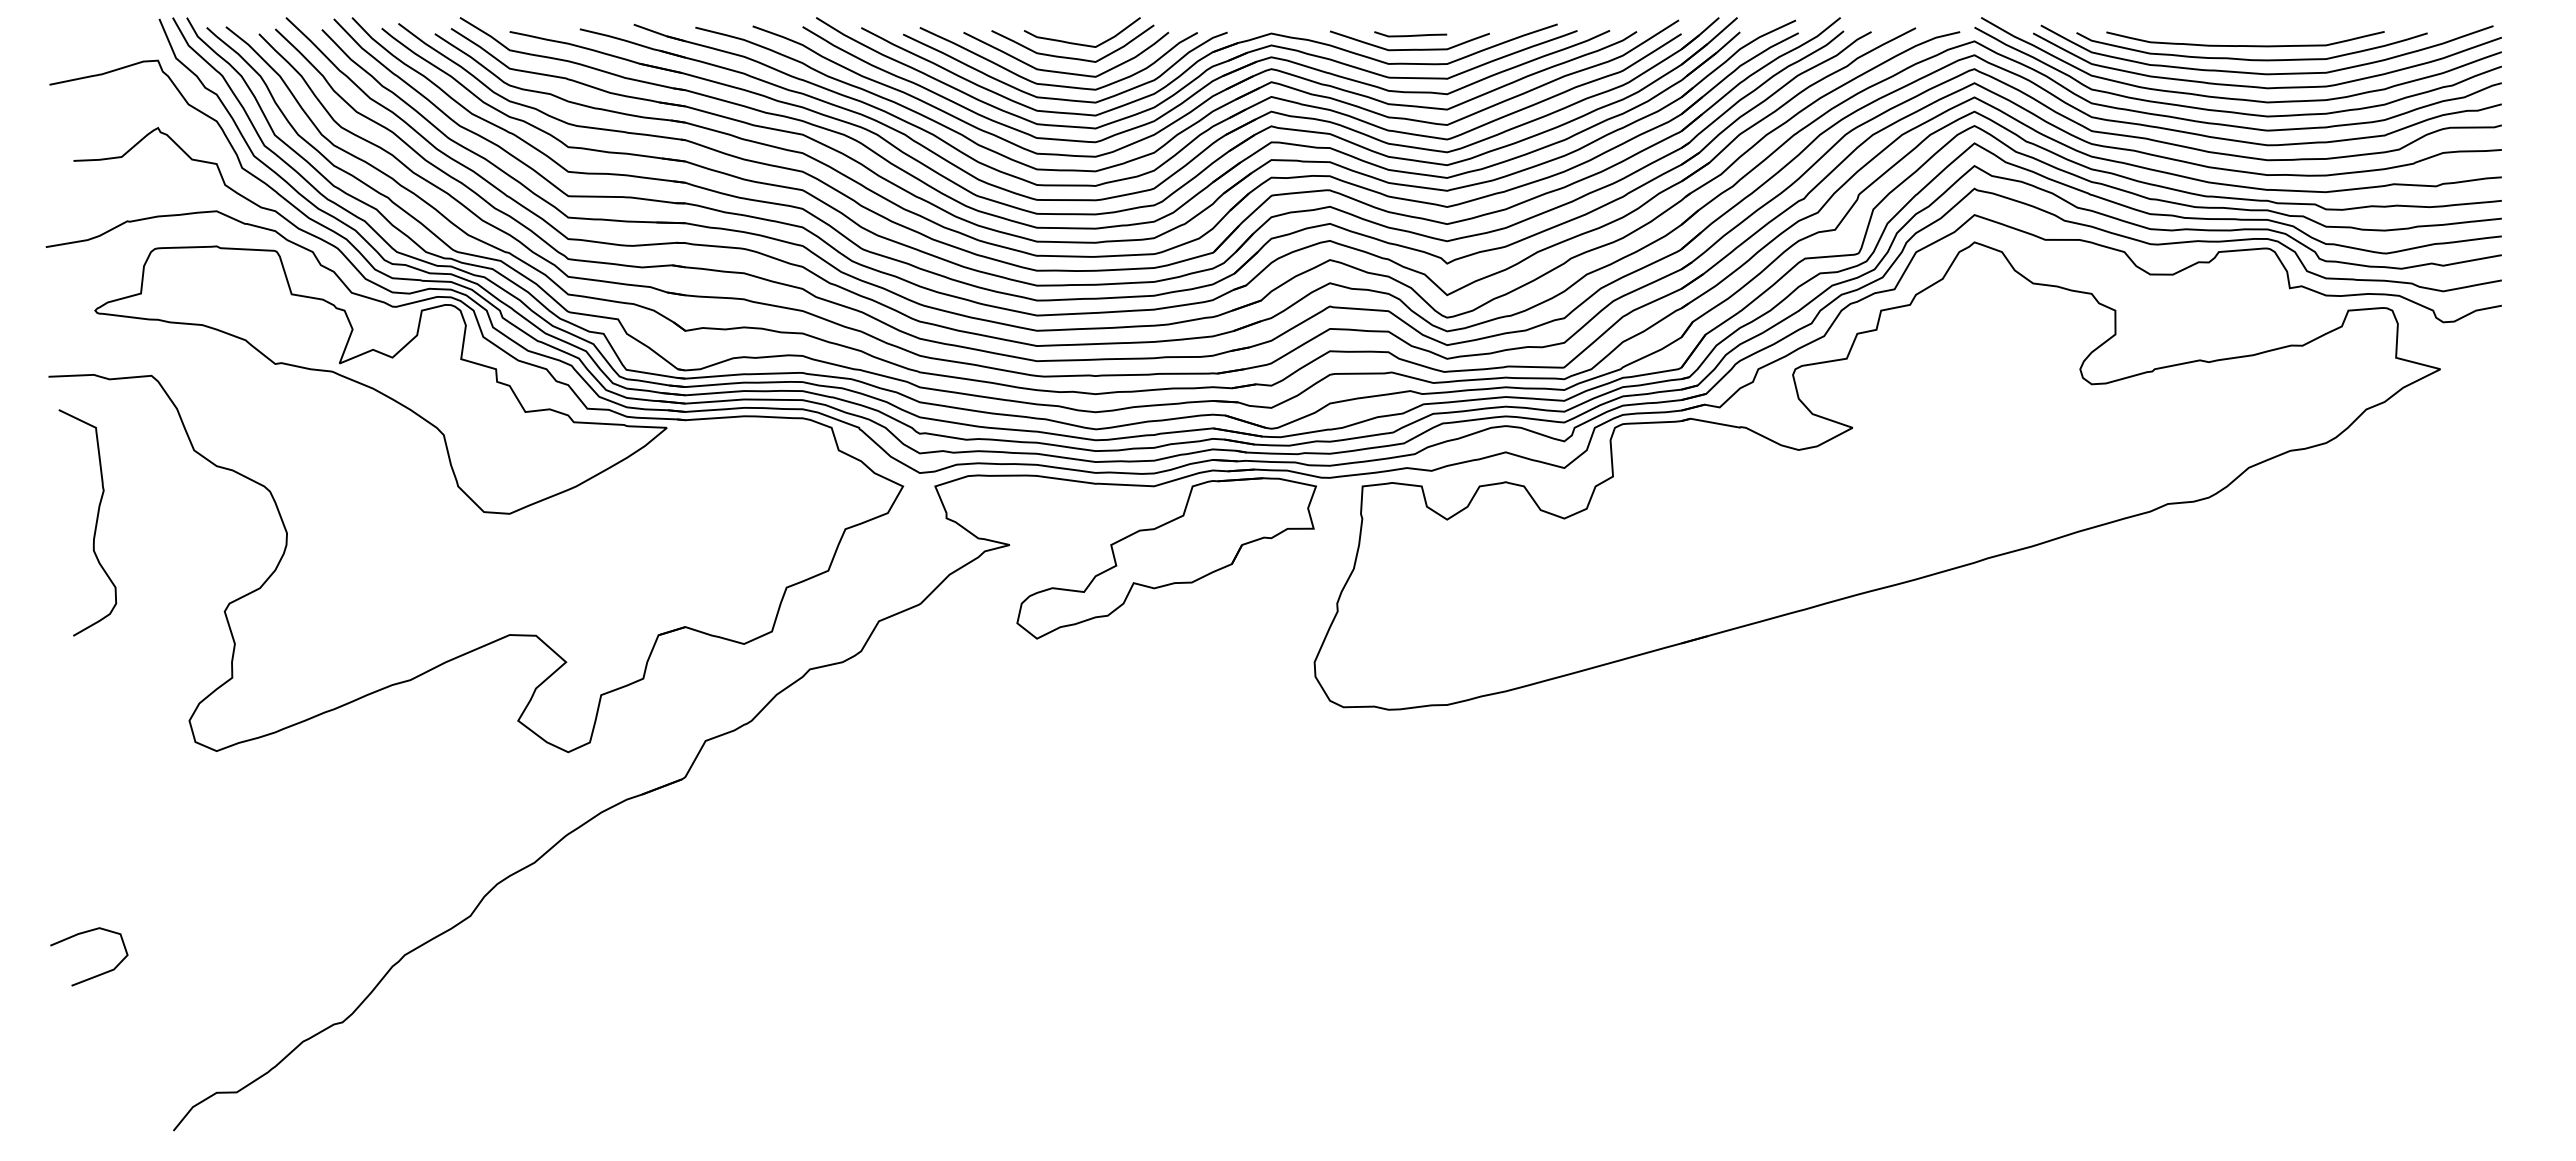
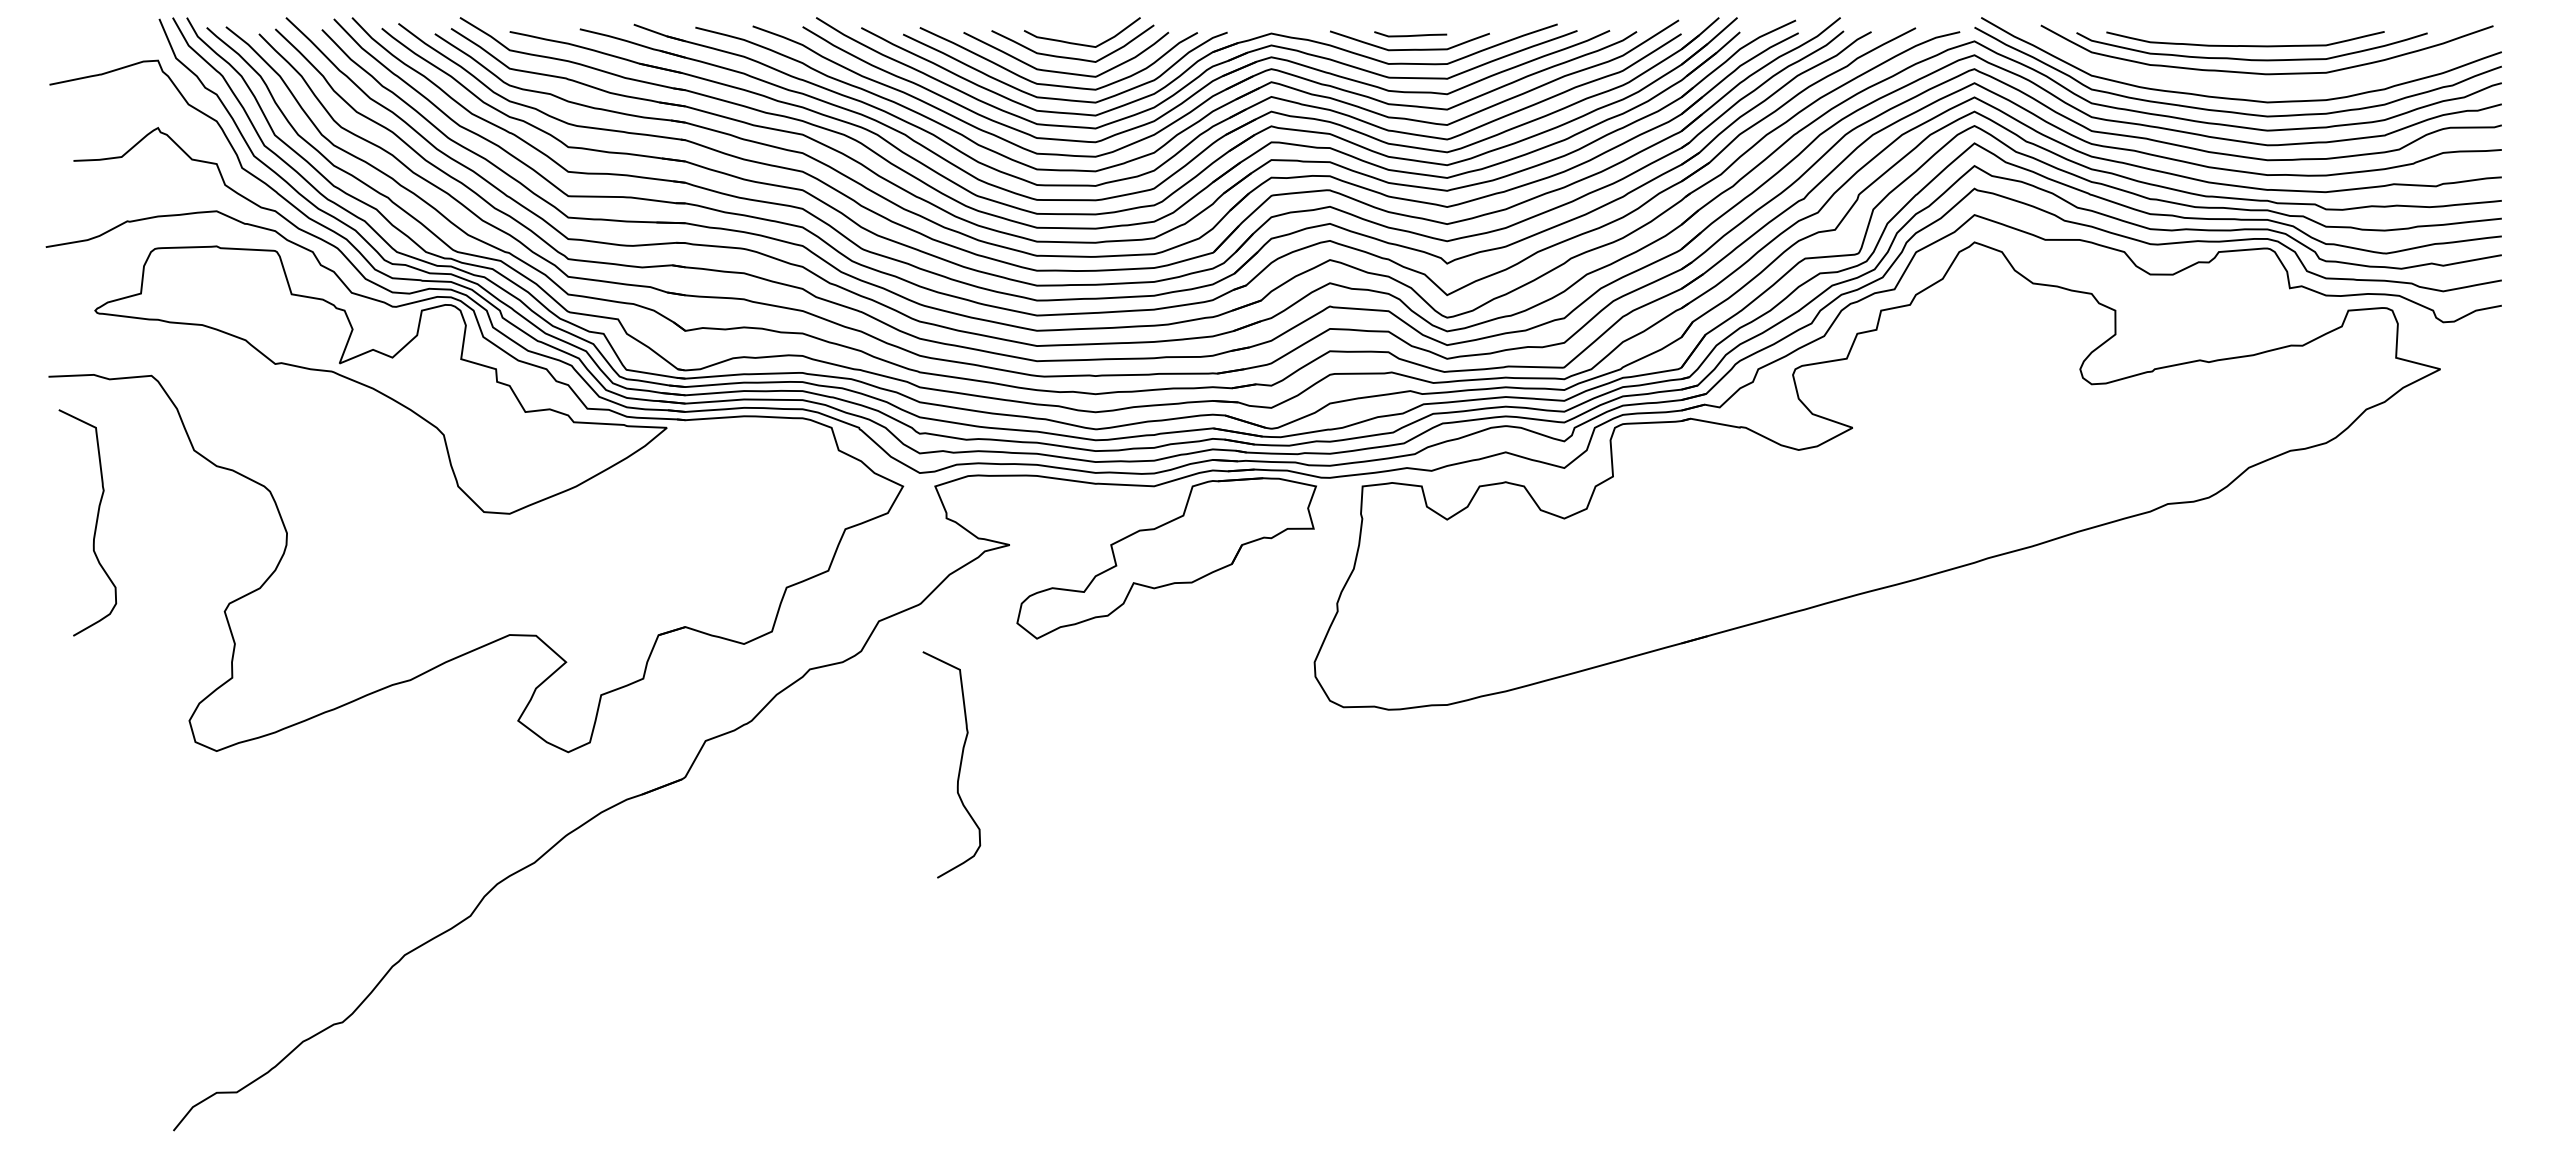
curve at (2262, 86): present -> none
curve at (959, 764): none -> present
curve at (97, 974): present -> none
